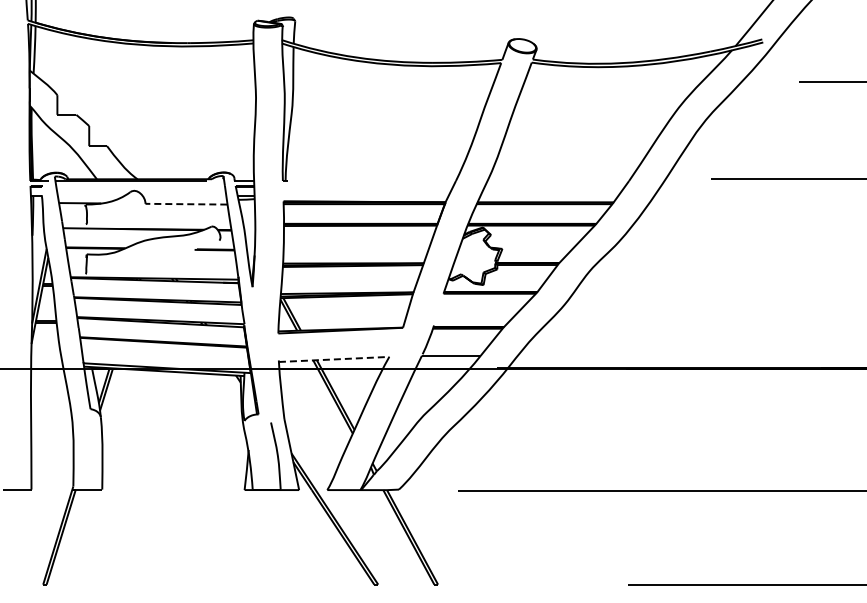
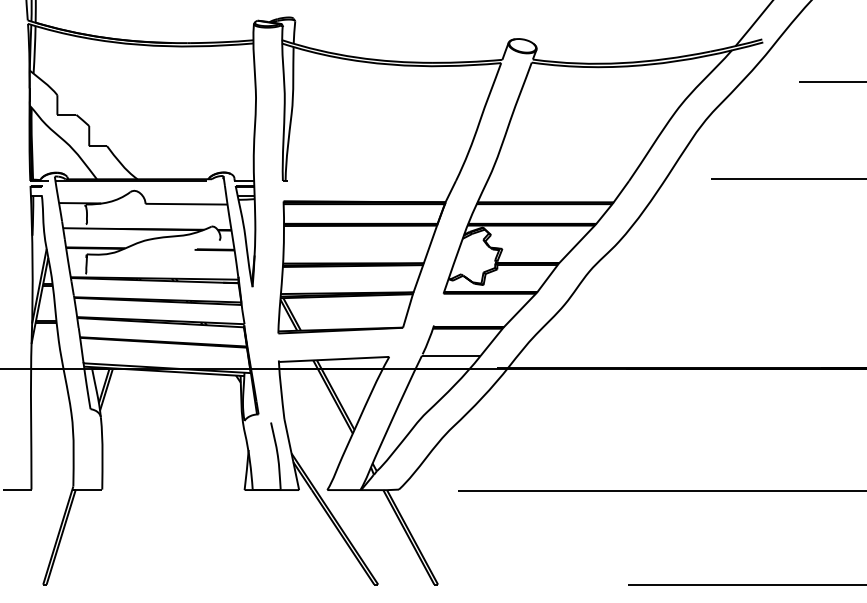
line at (186, 204): dashed -> solid
line at (334, 359): dashed -> solid
